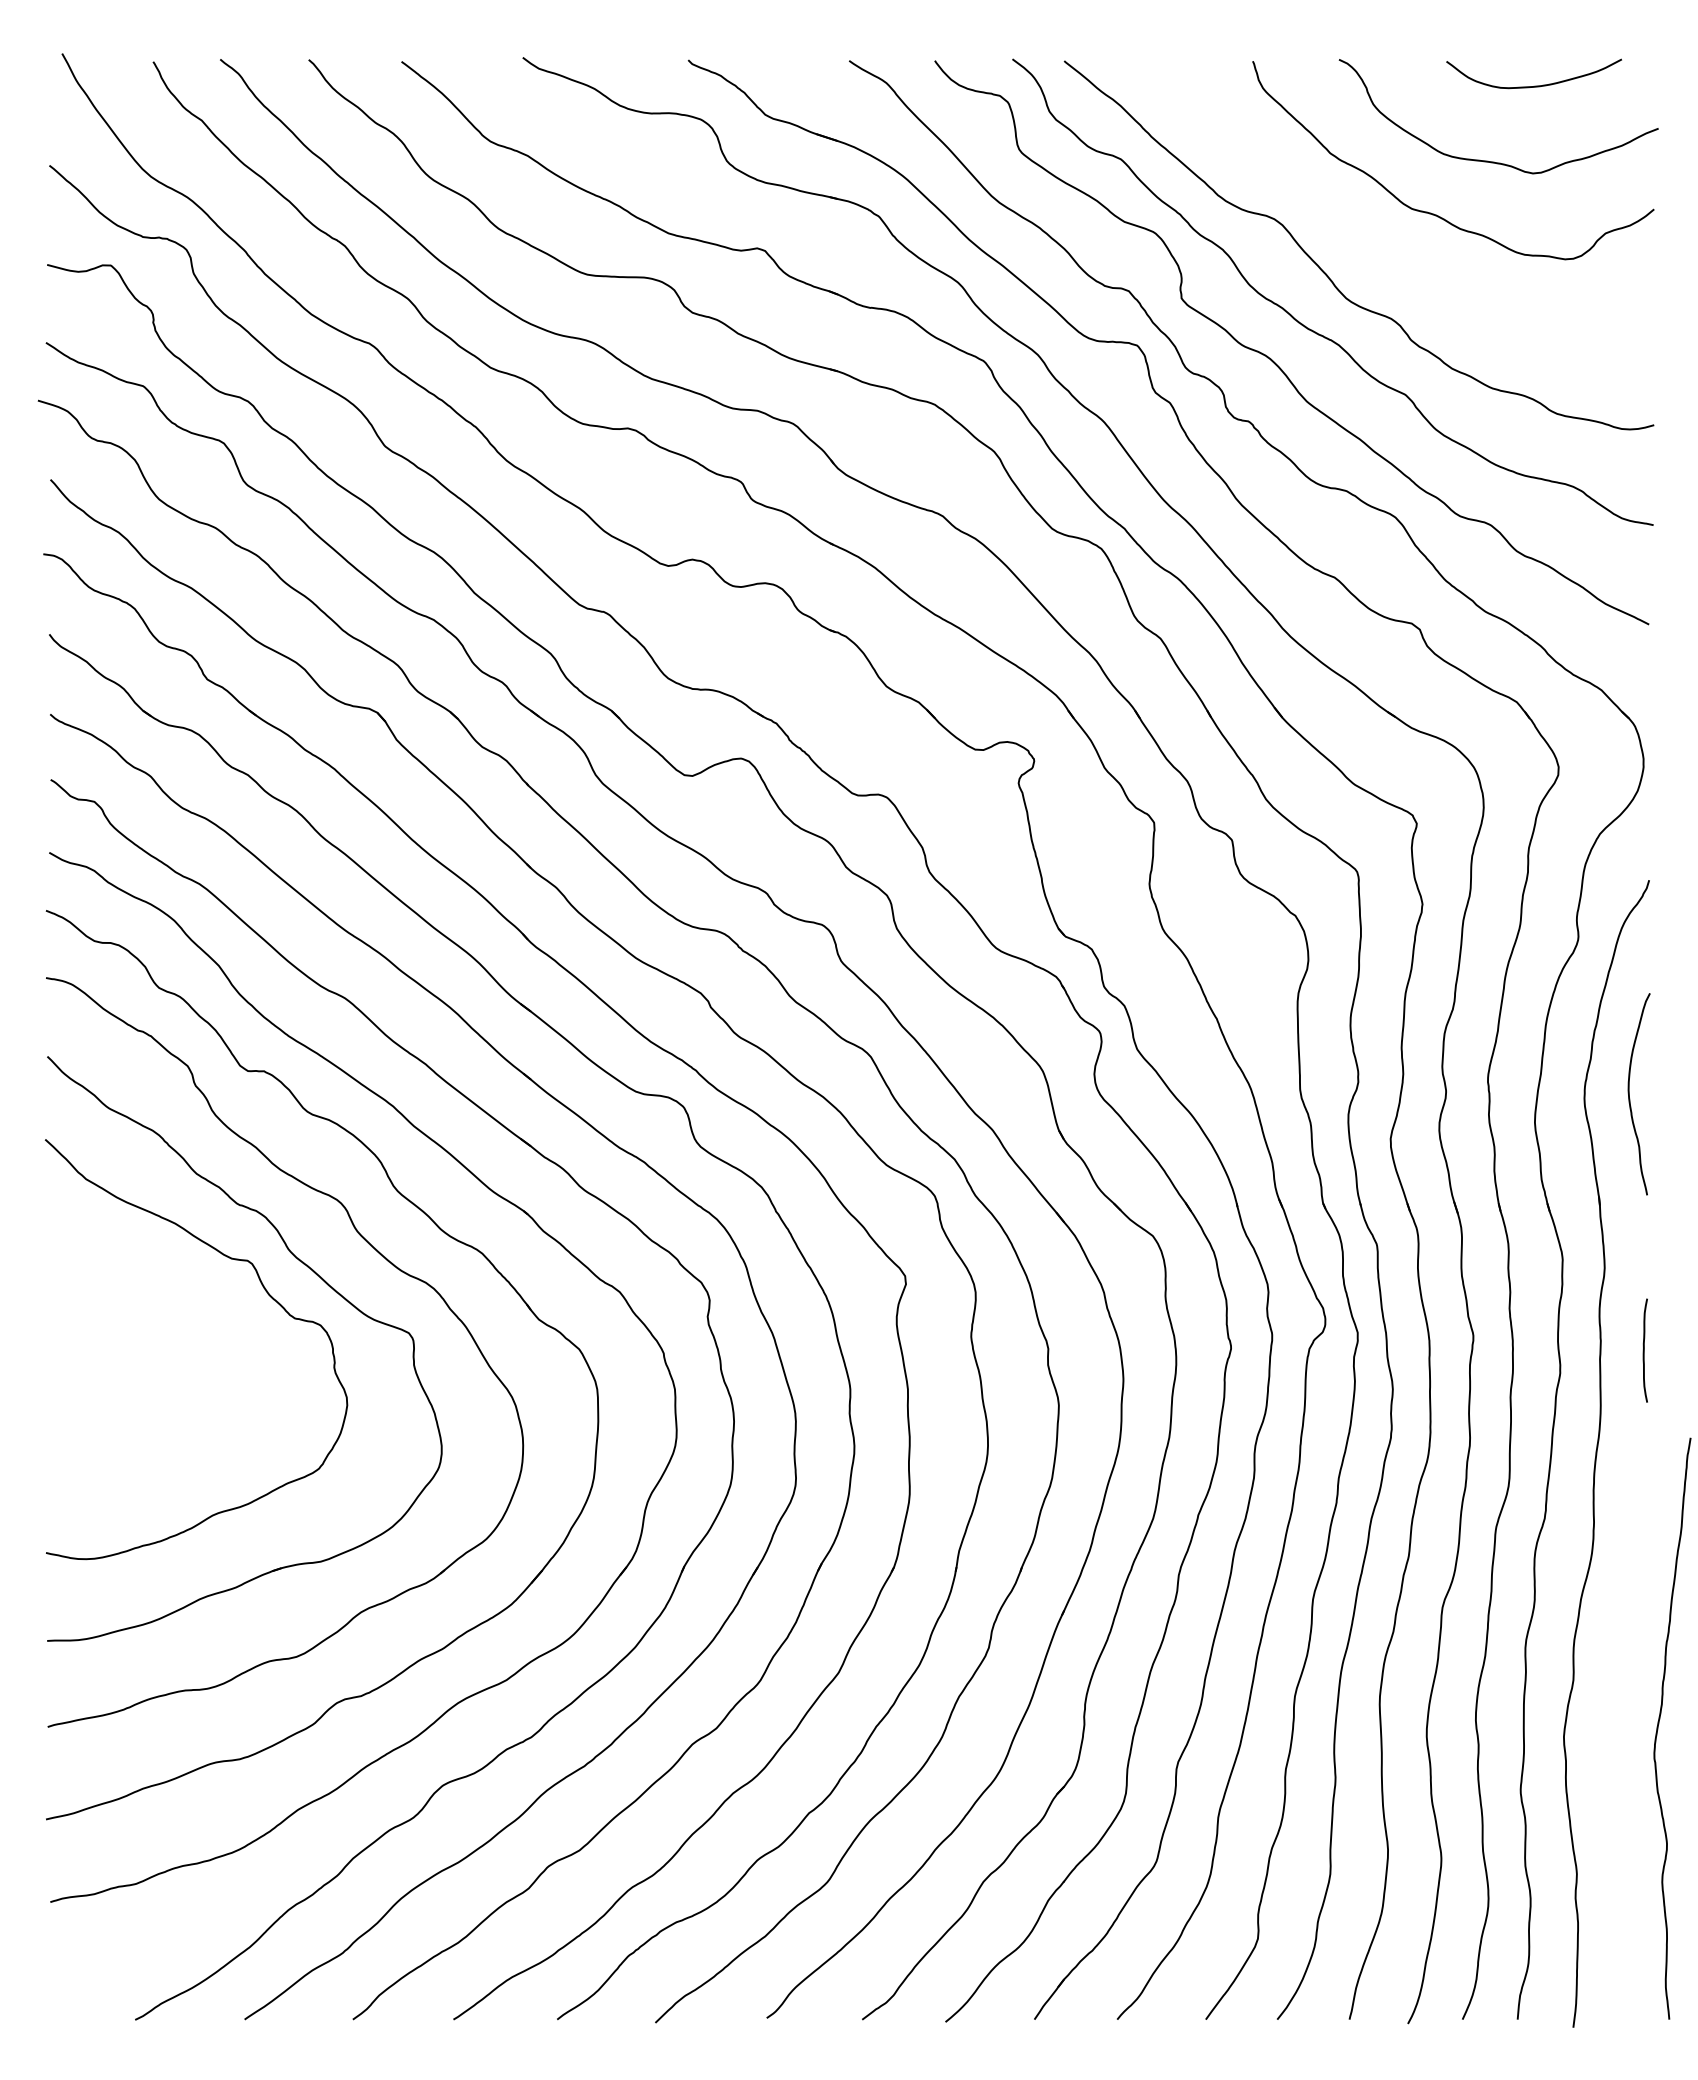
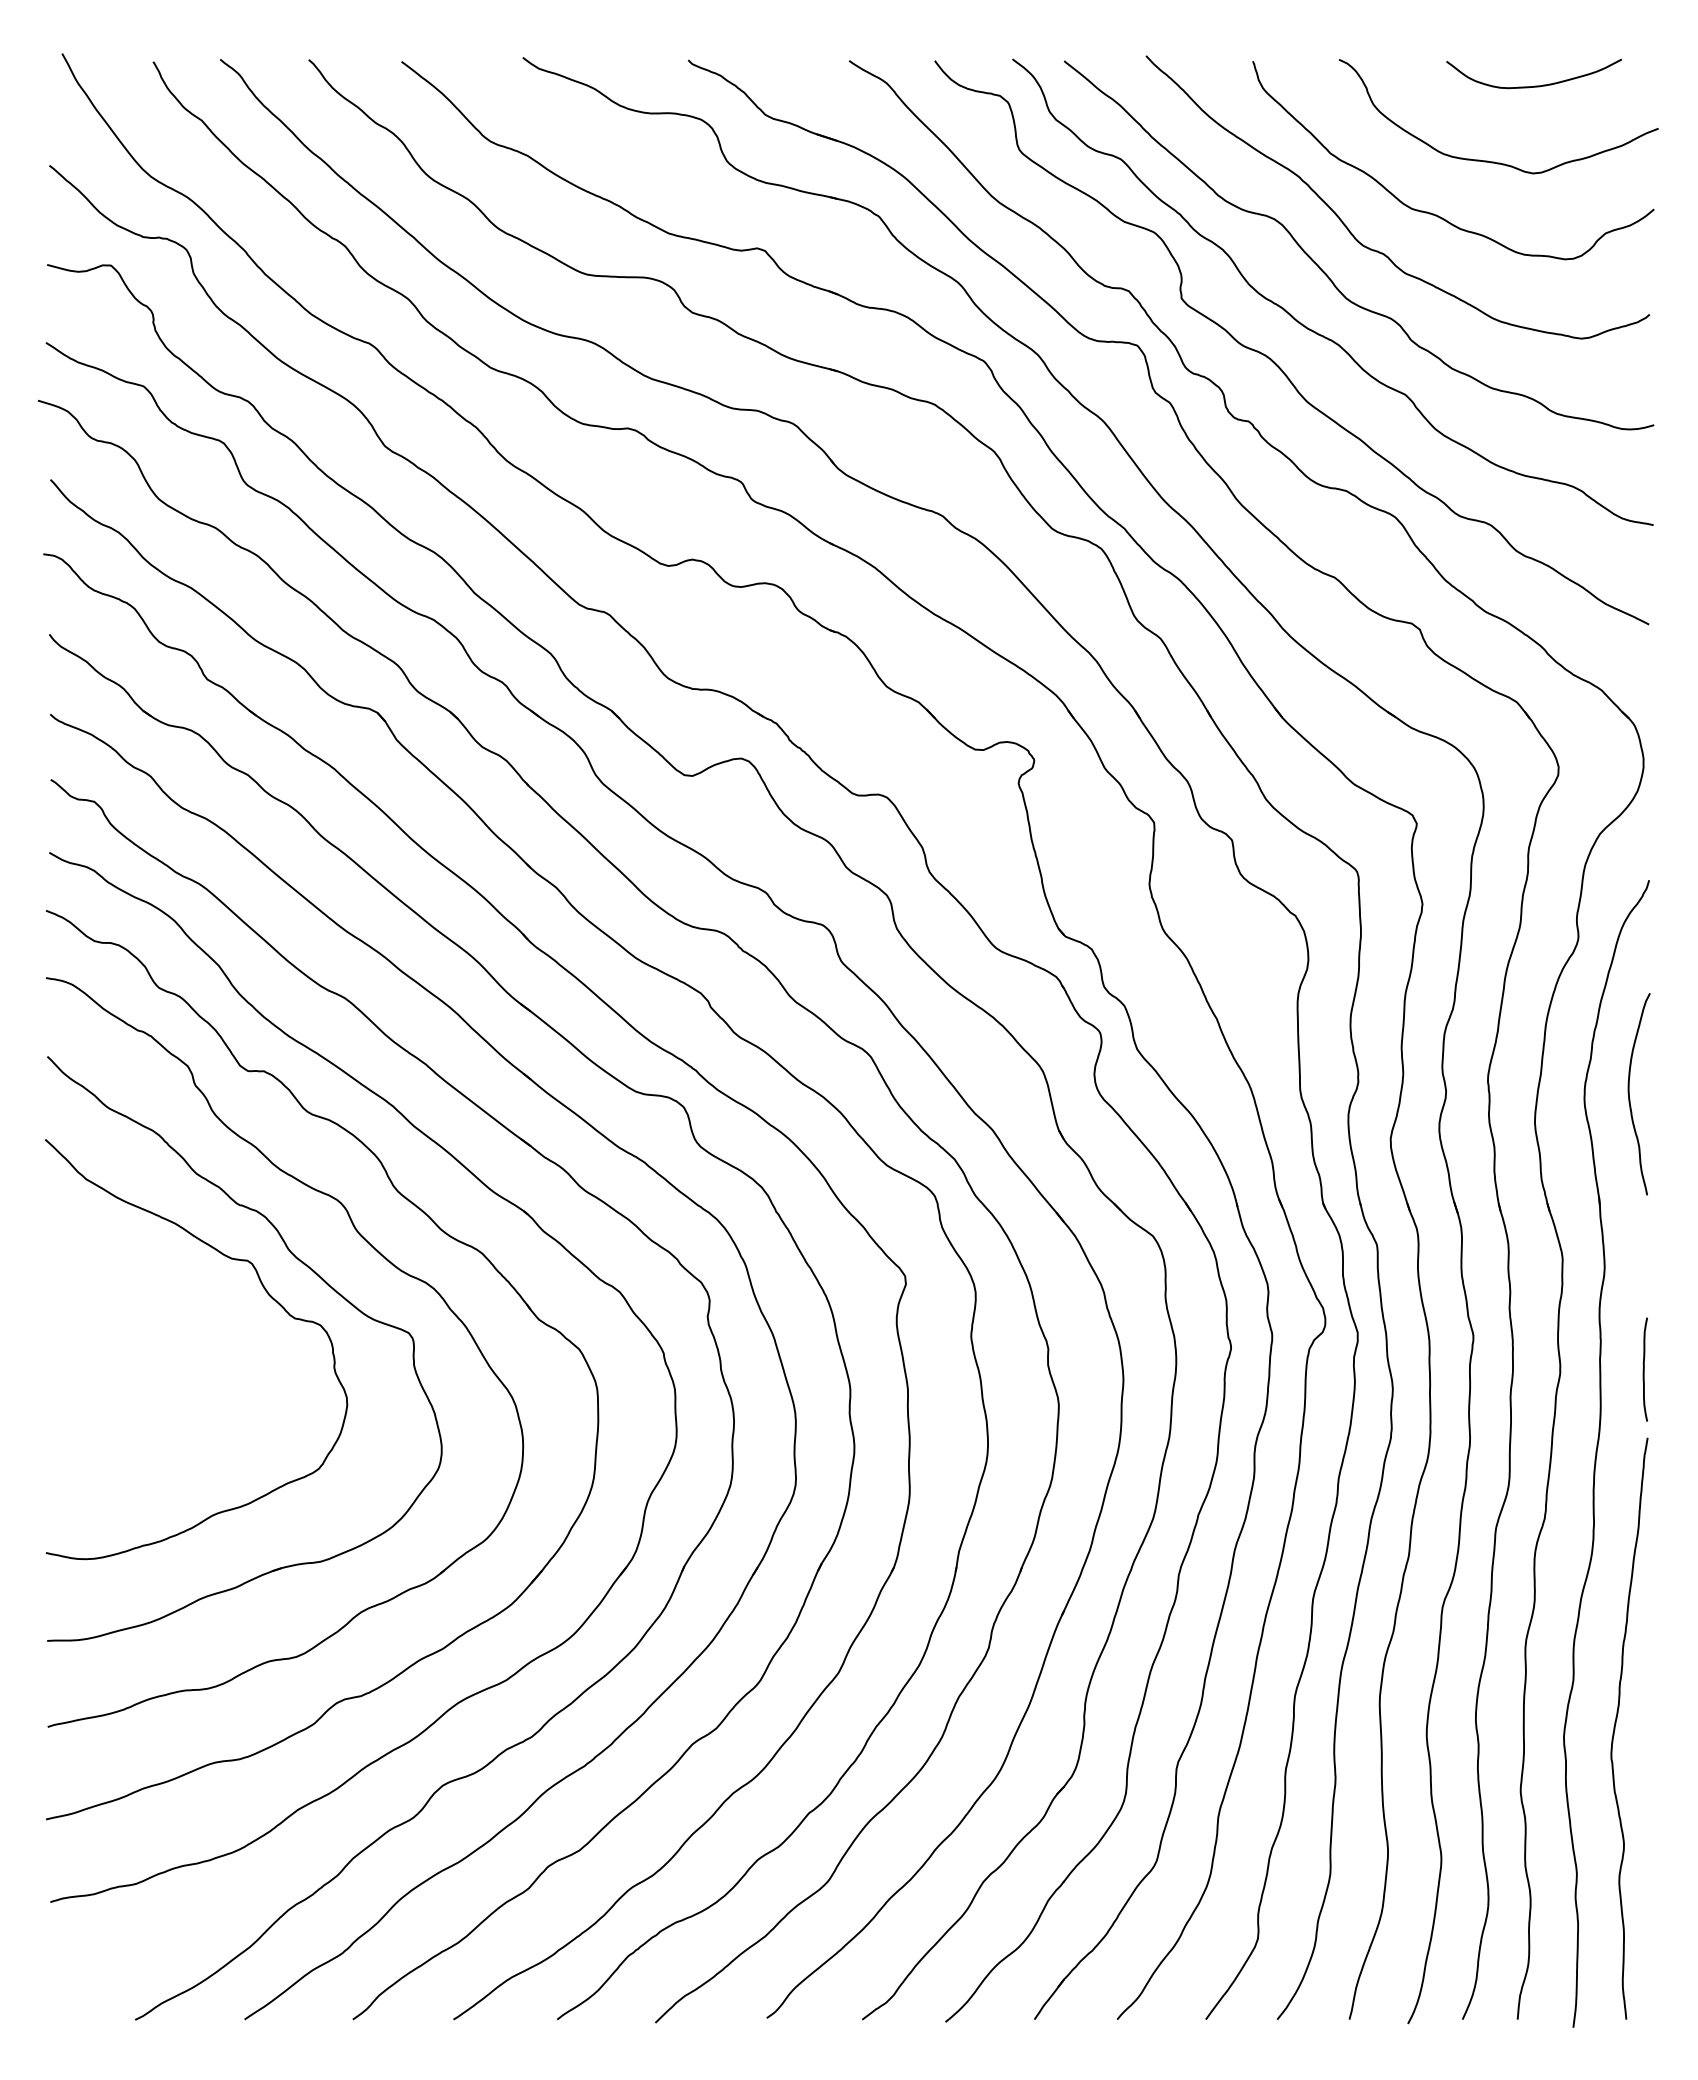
curve at (1377, 250): none -> present
curve at (1644, 1350) position: (1644, 1350) -> (1644, 1369)
curve at (1659, 1724) position: (1659, 1724) -> (1616, 1724)
